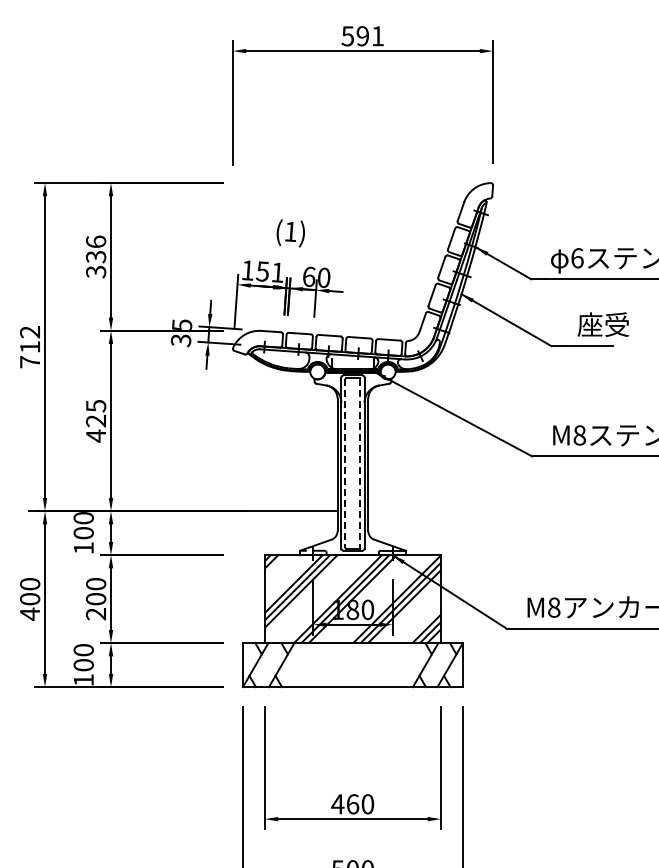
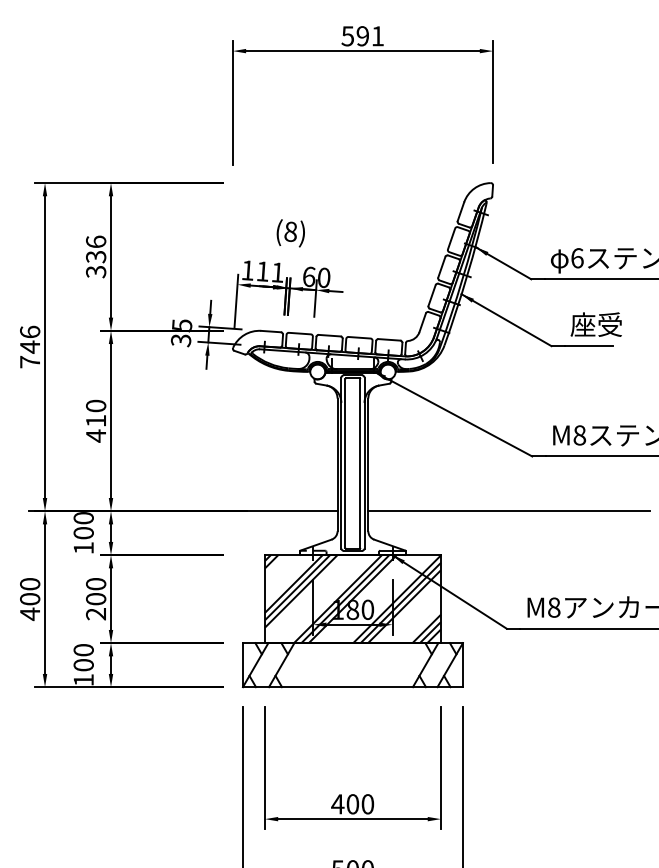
text at (290, 231): (1) -> (8)
text at (261, 271): 151 -> 111
text at (602, 324) position: (602, 324) -> (595, 324)
text at (30, 339): 712 -> 746
text at (96, 413): 425 -> 410
line at (345, 464): dashed -> solid
line at (360, 464): dashed -> solid
line at (508, 511): none -> present
text at (352, 804): 460 -> 400
